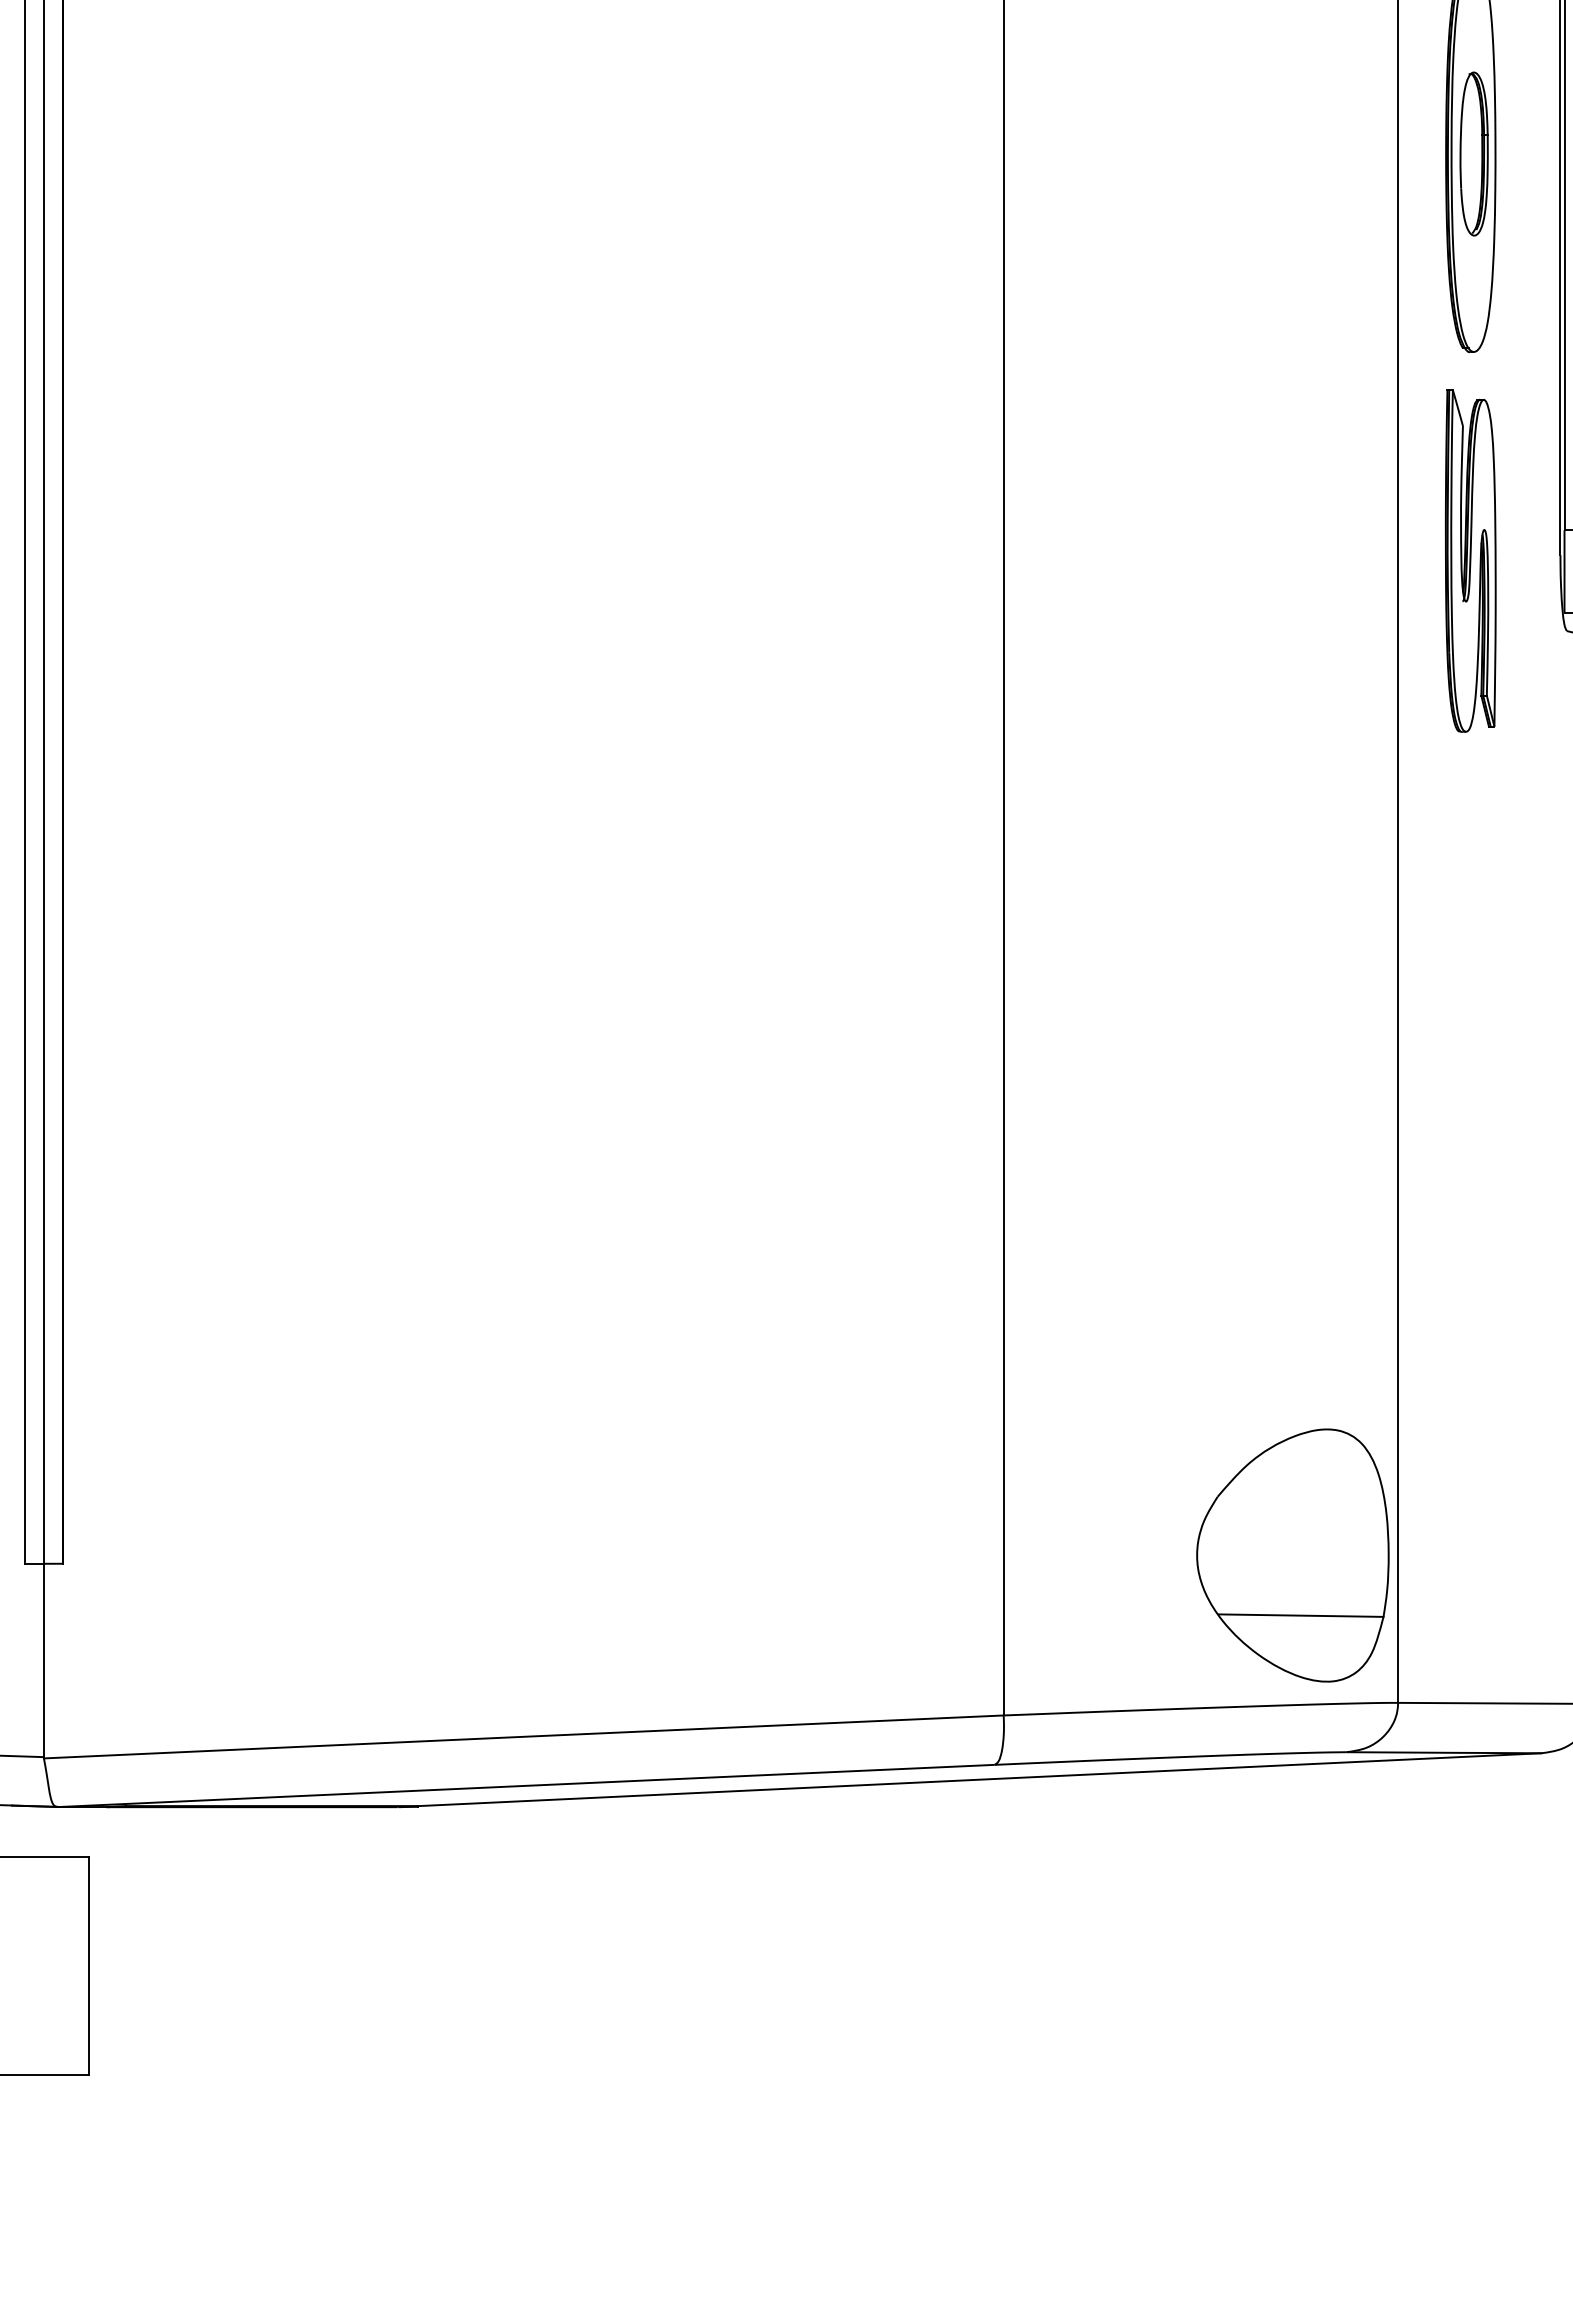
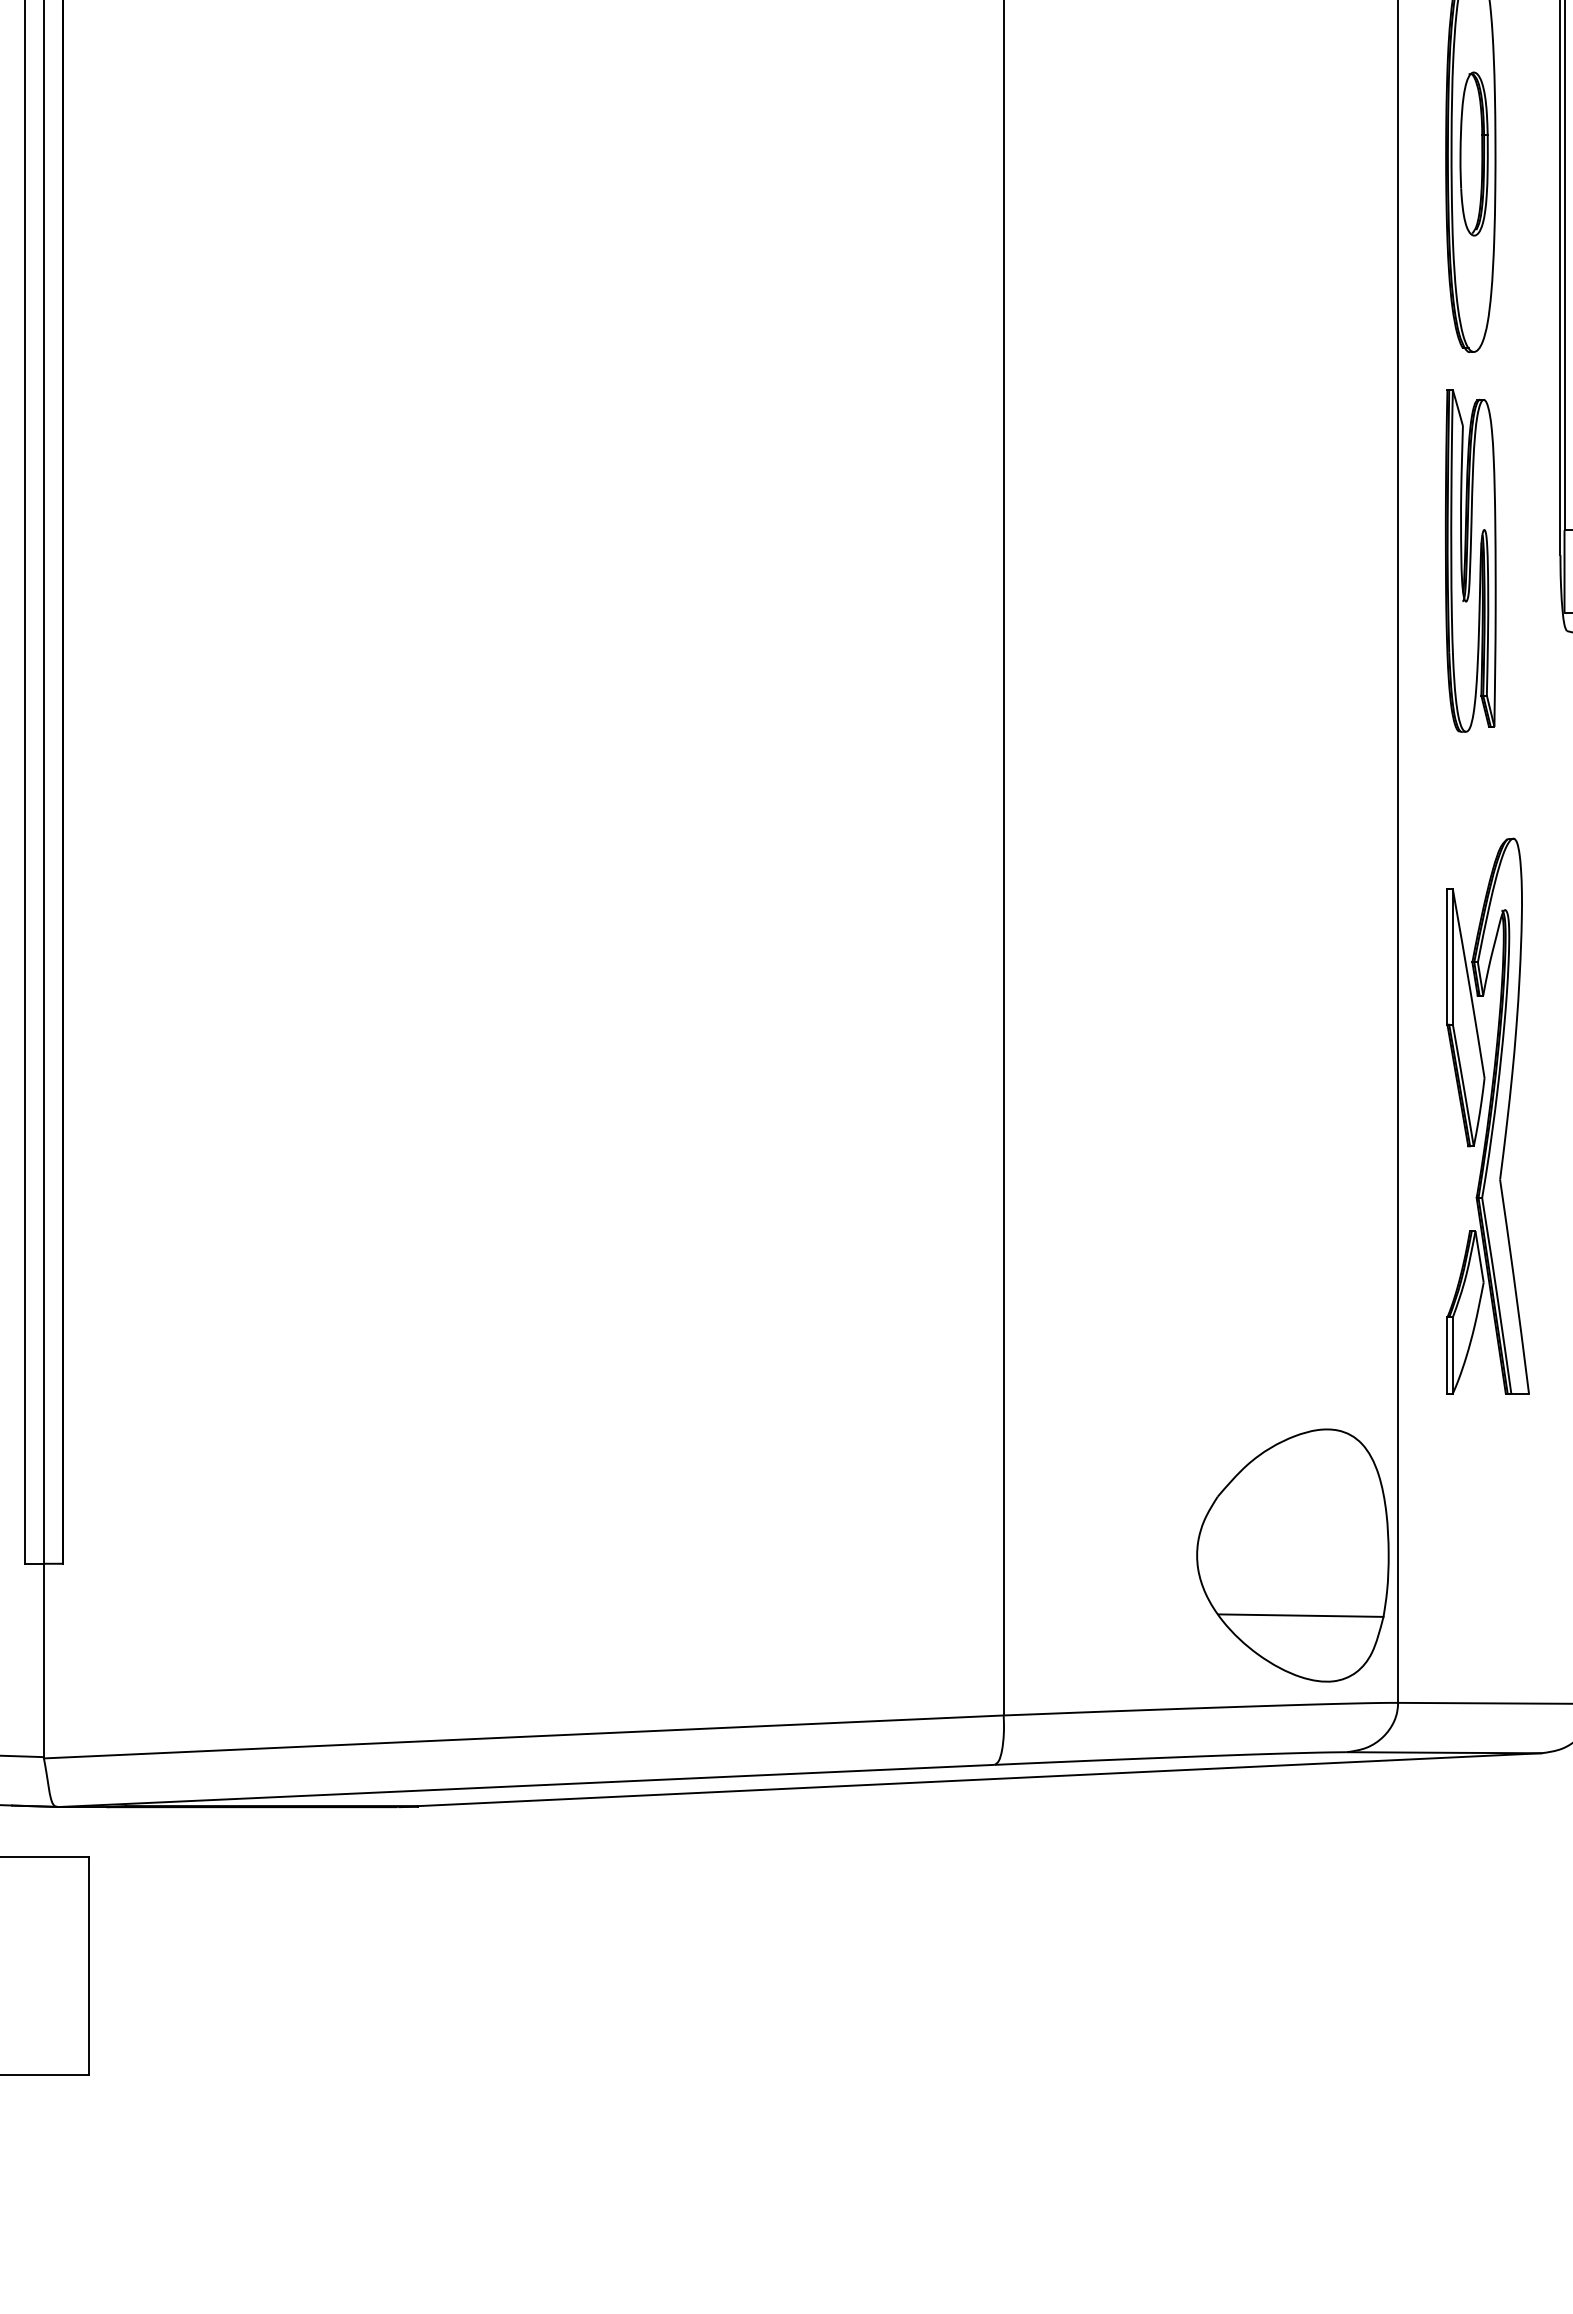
part at (1487, 1115): none -> present
